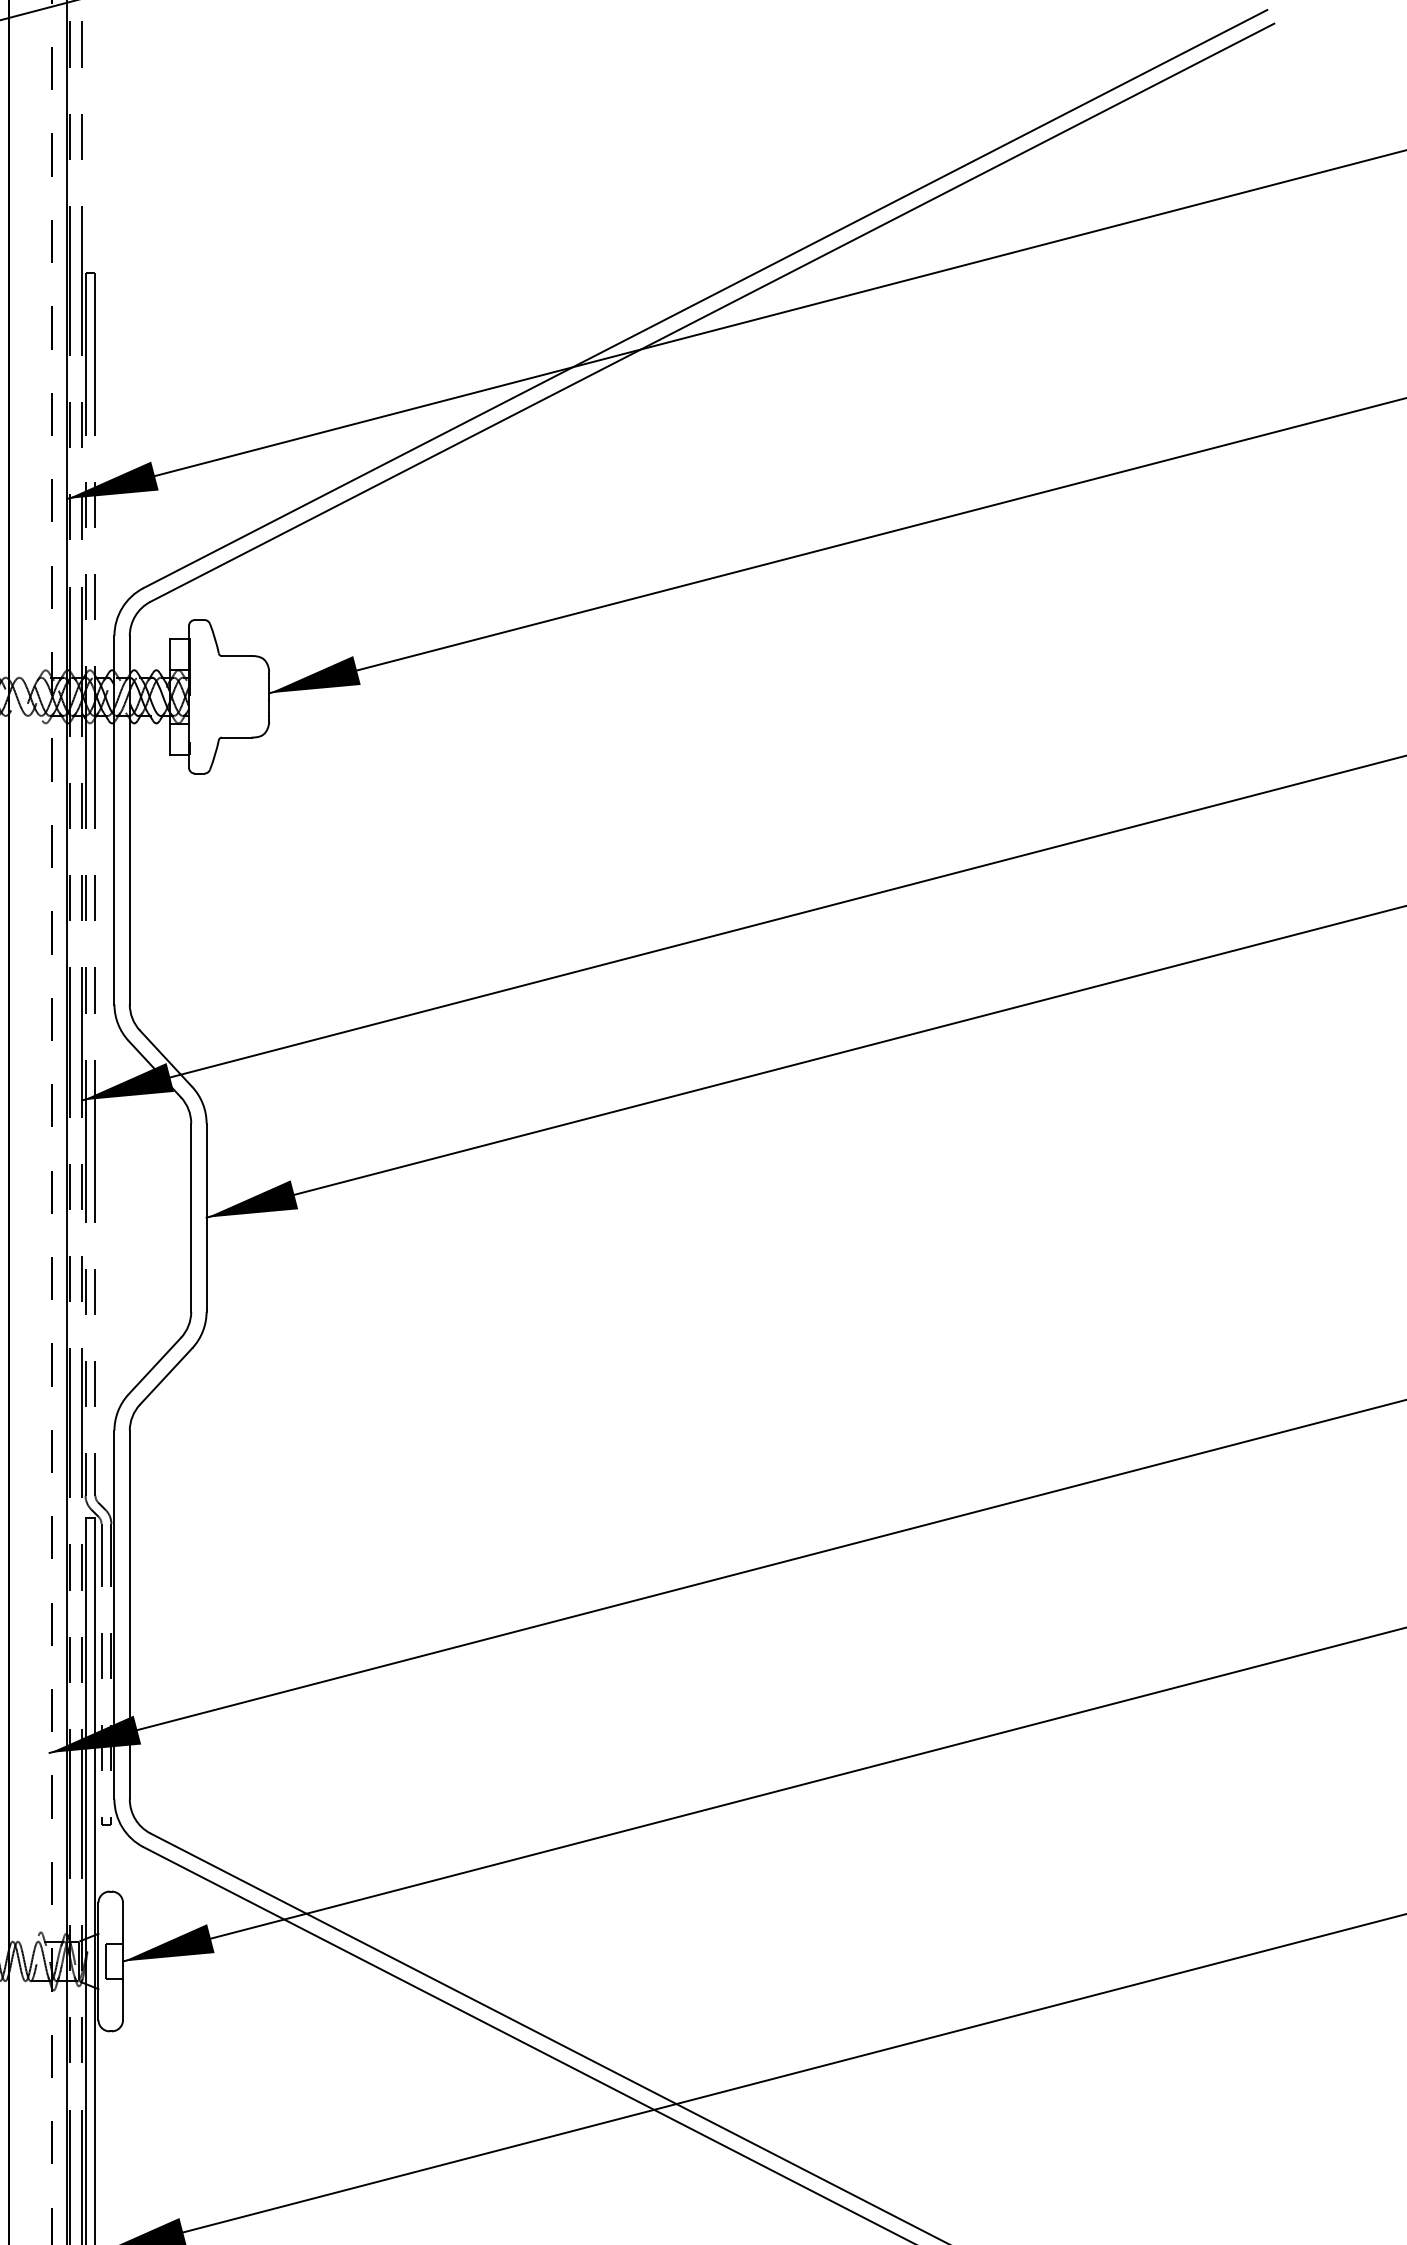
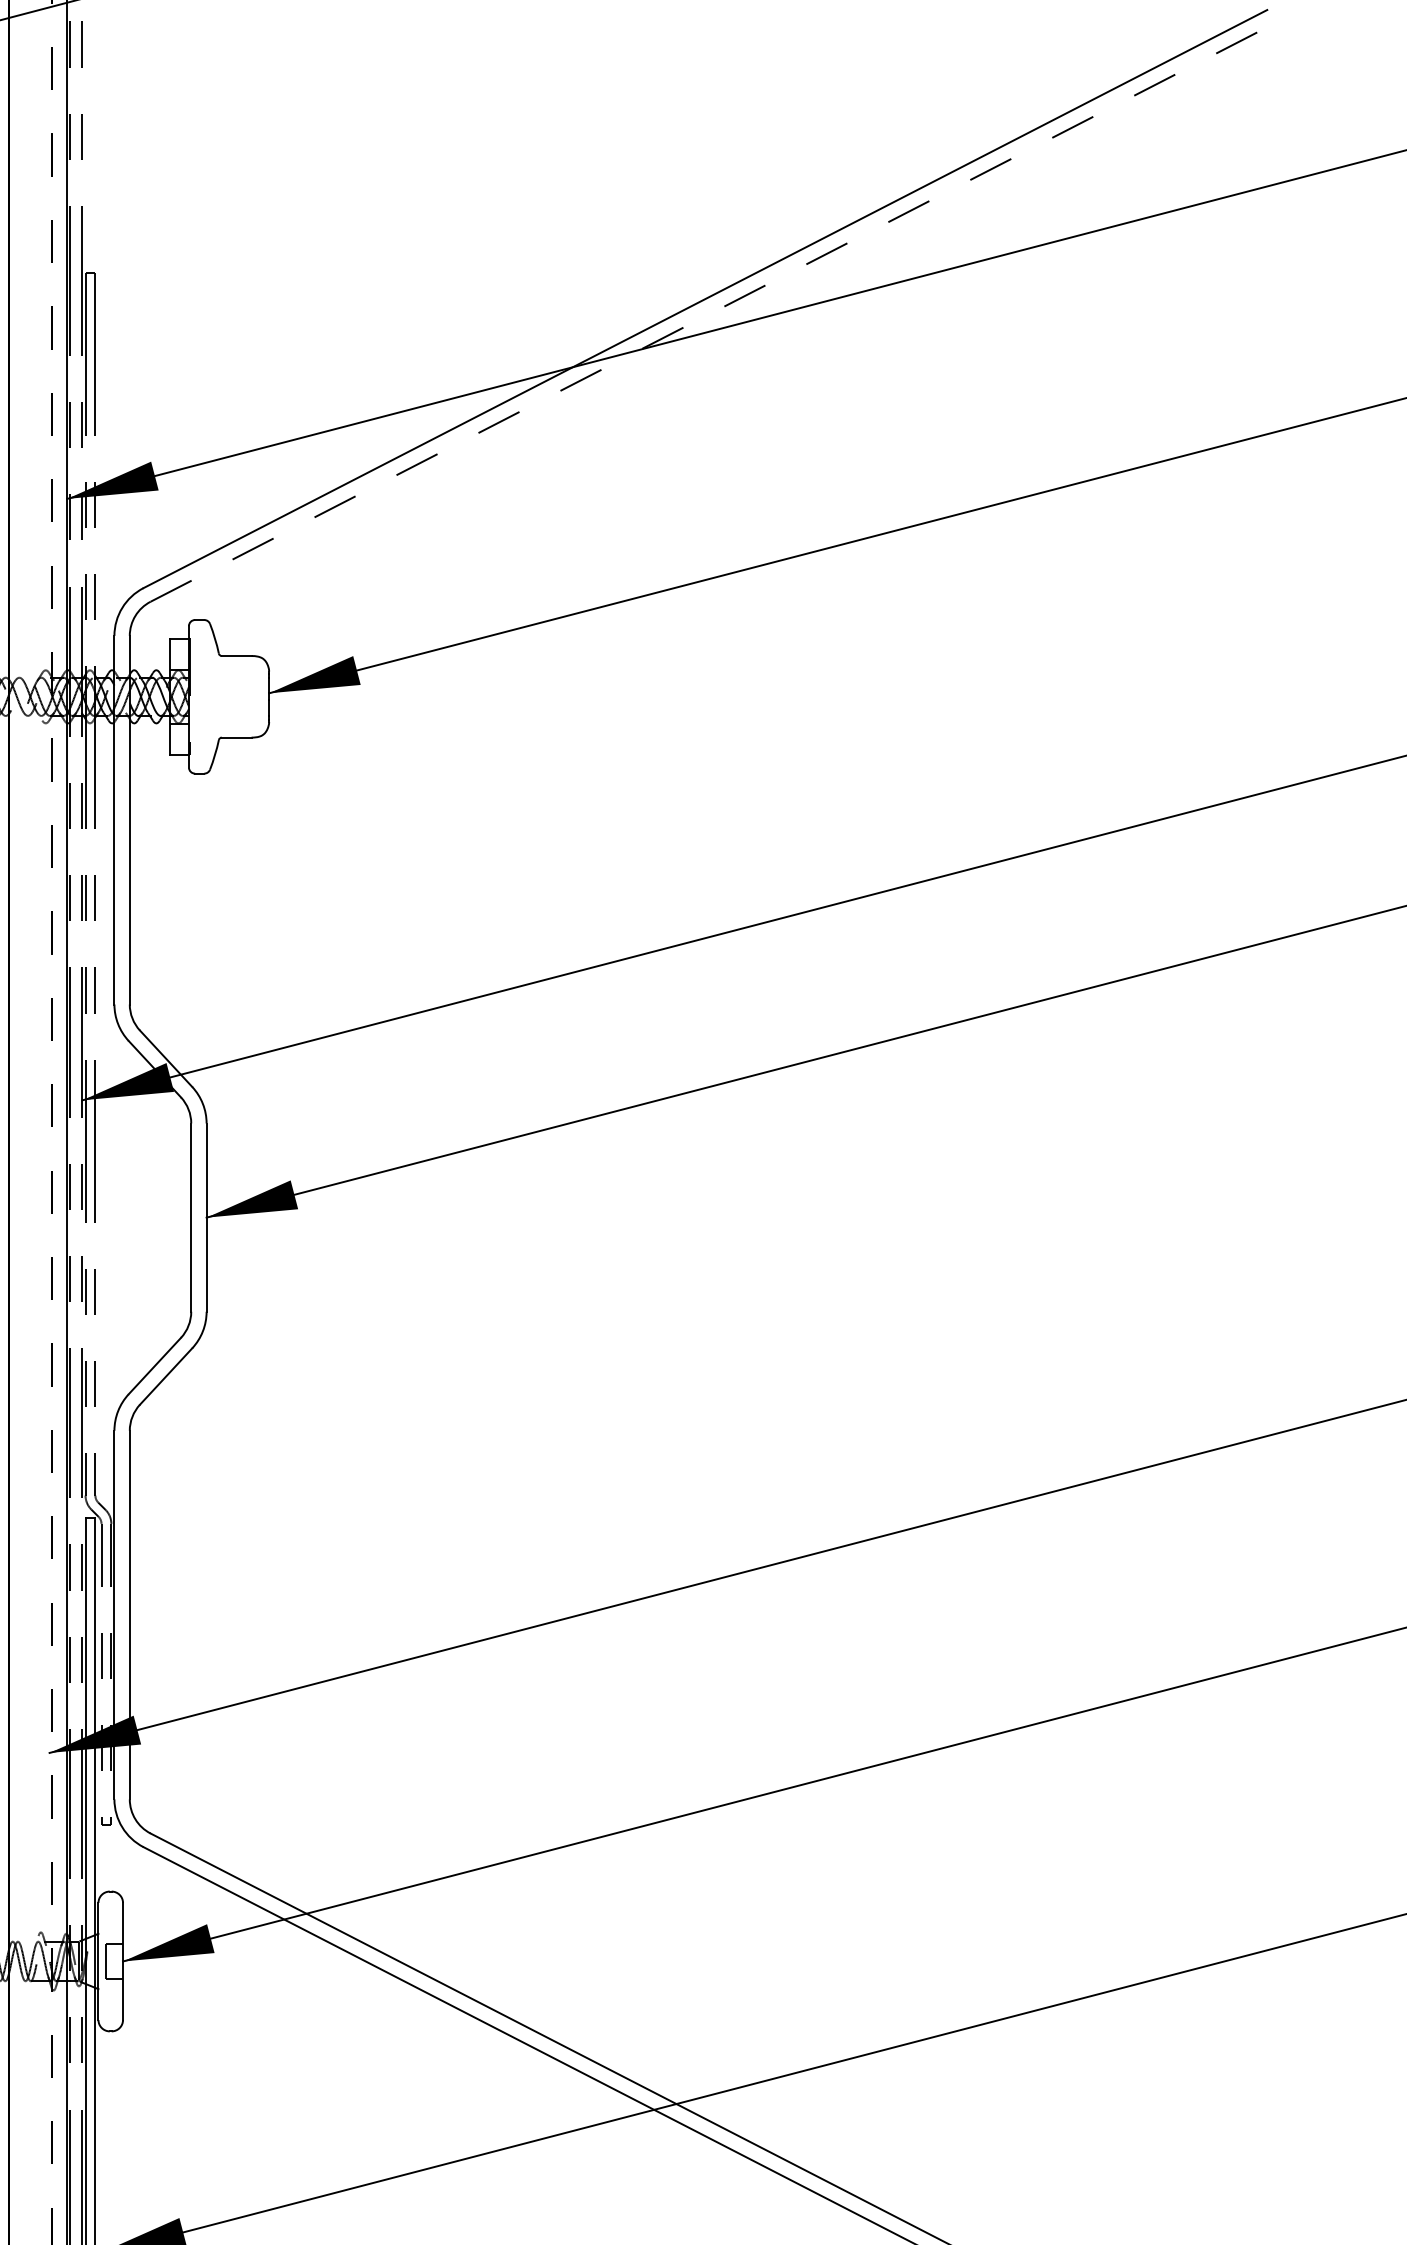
line at (712, 312): solid -> dashed
